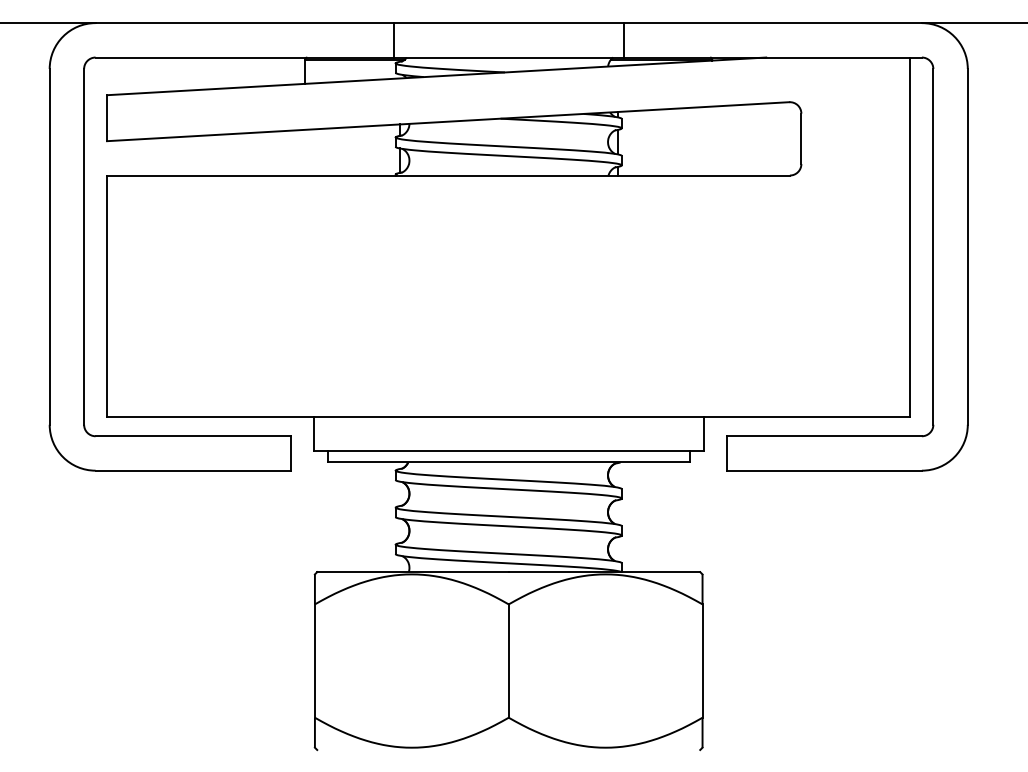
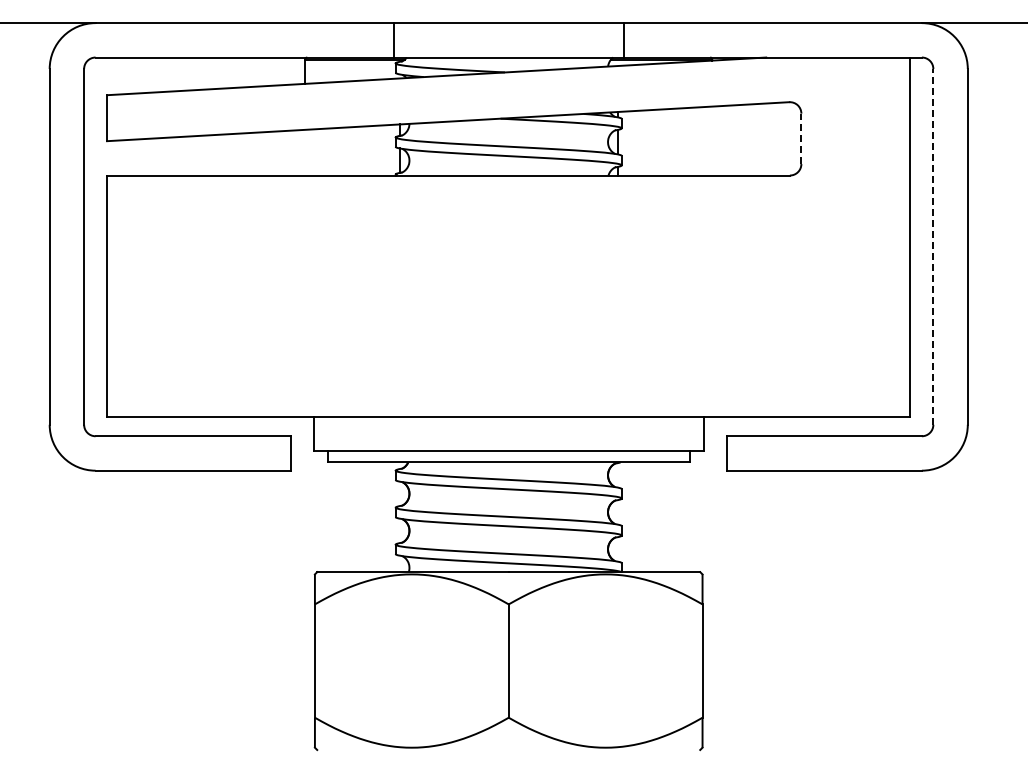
line at (801, 138): solid -> dashed
line at (933, 246): solid -> dashed
